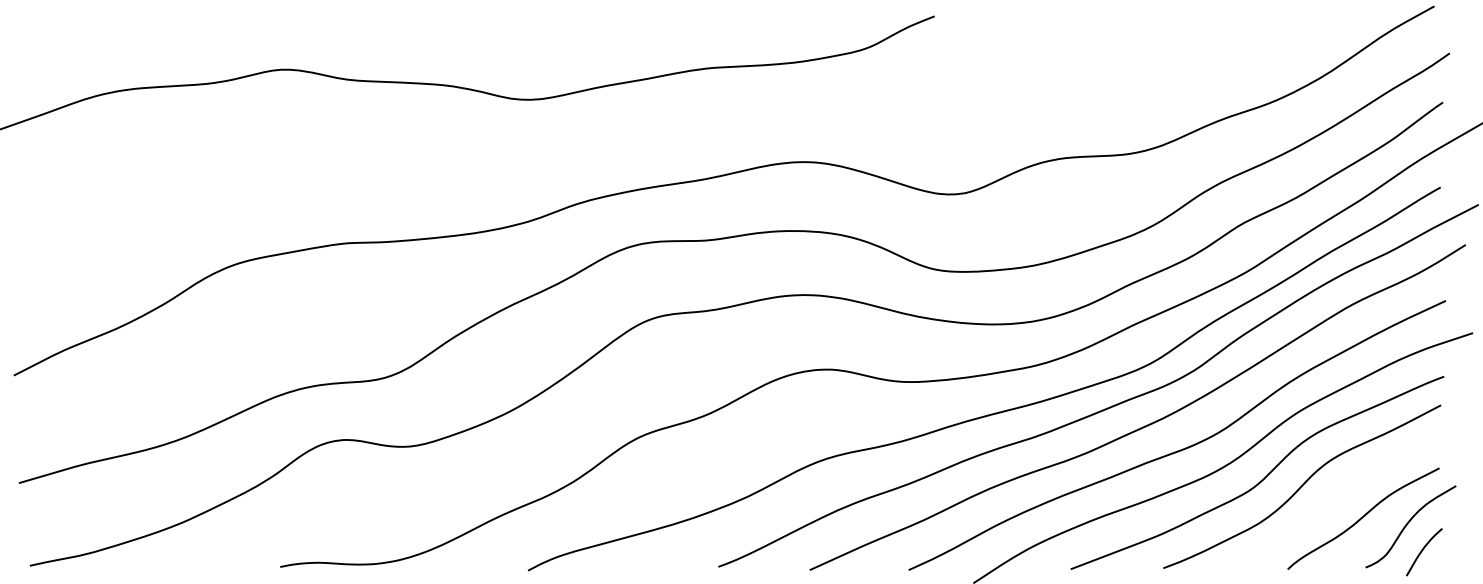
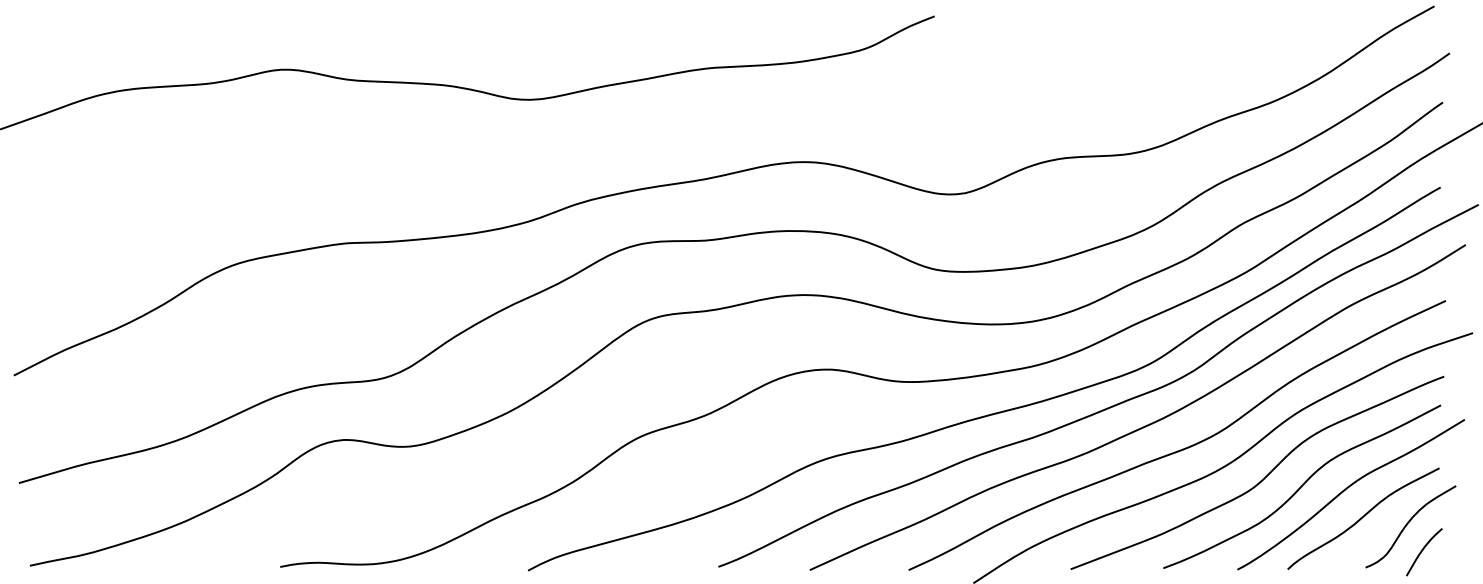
curve at (1347, 489): none -> present
